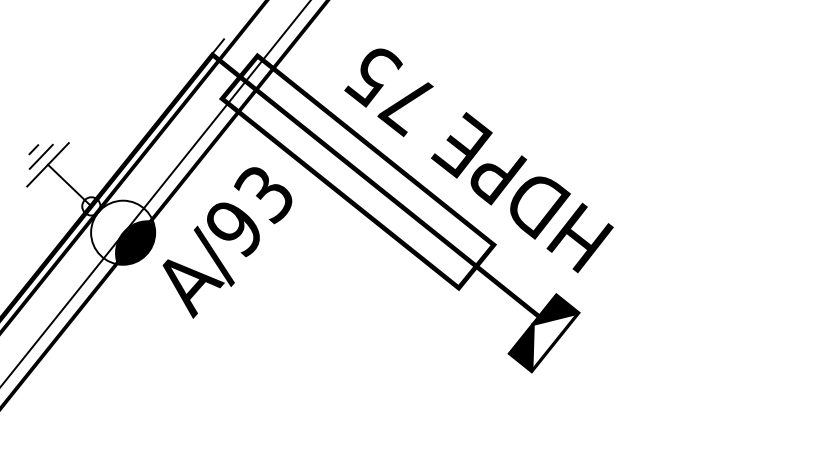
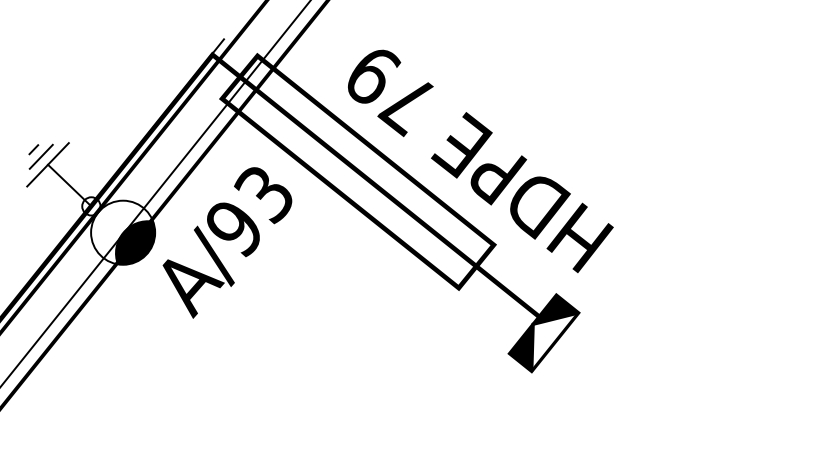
text at (373, 77): 75 -> 79
